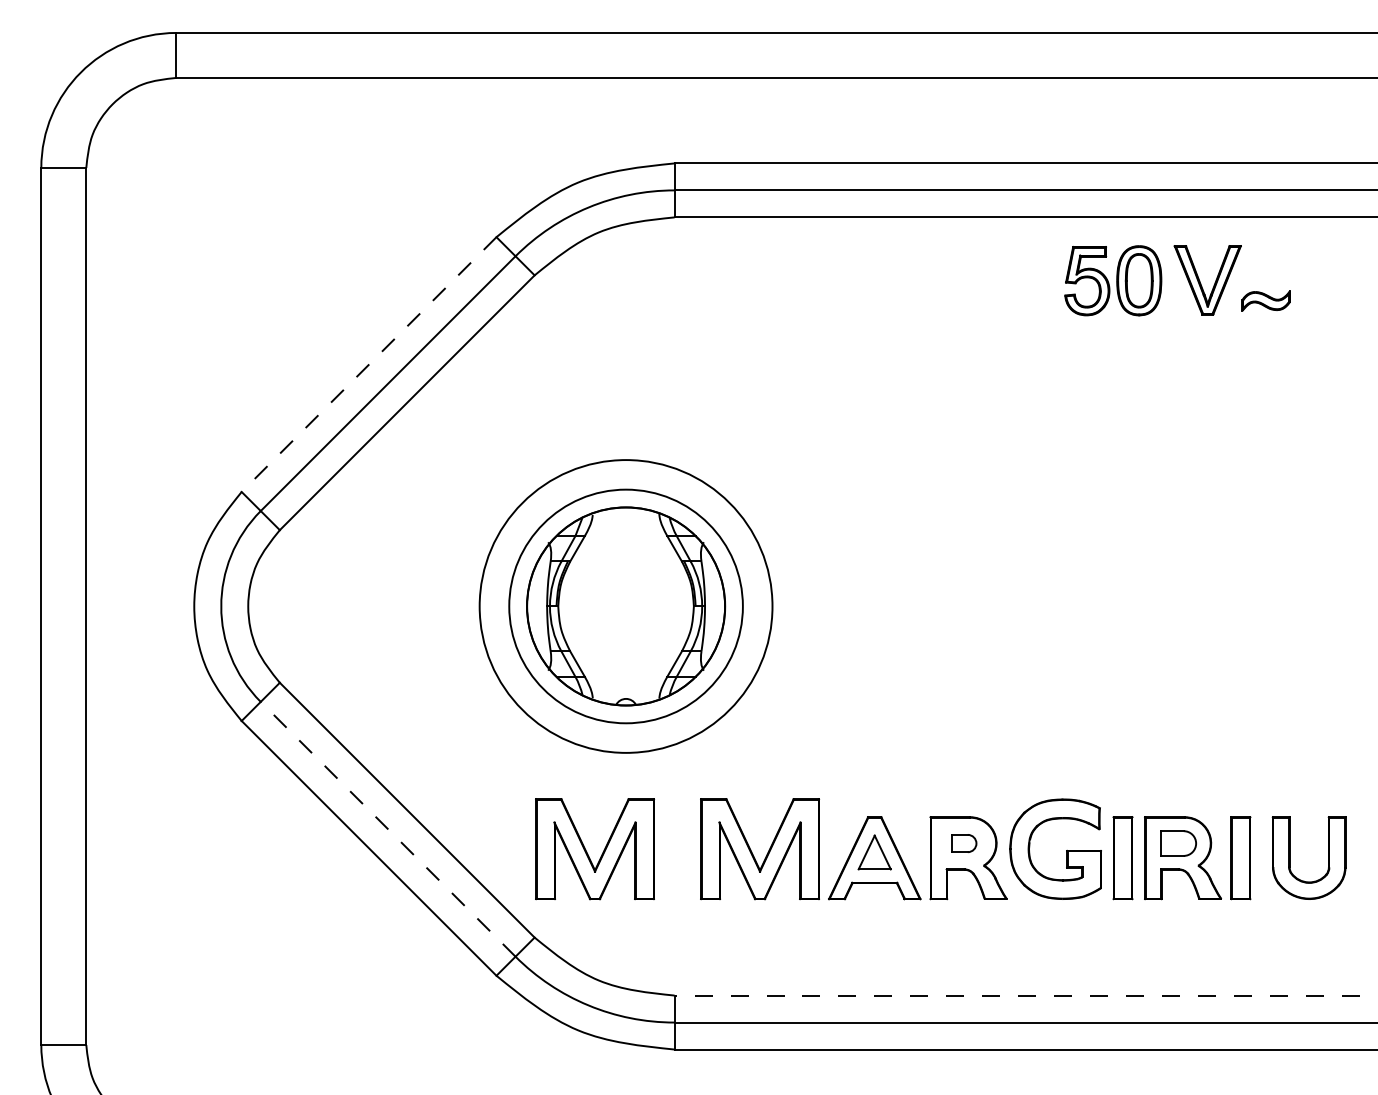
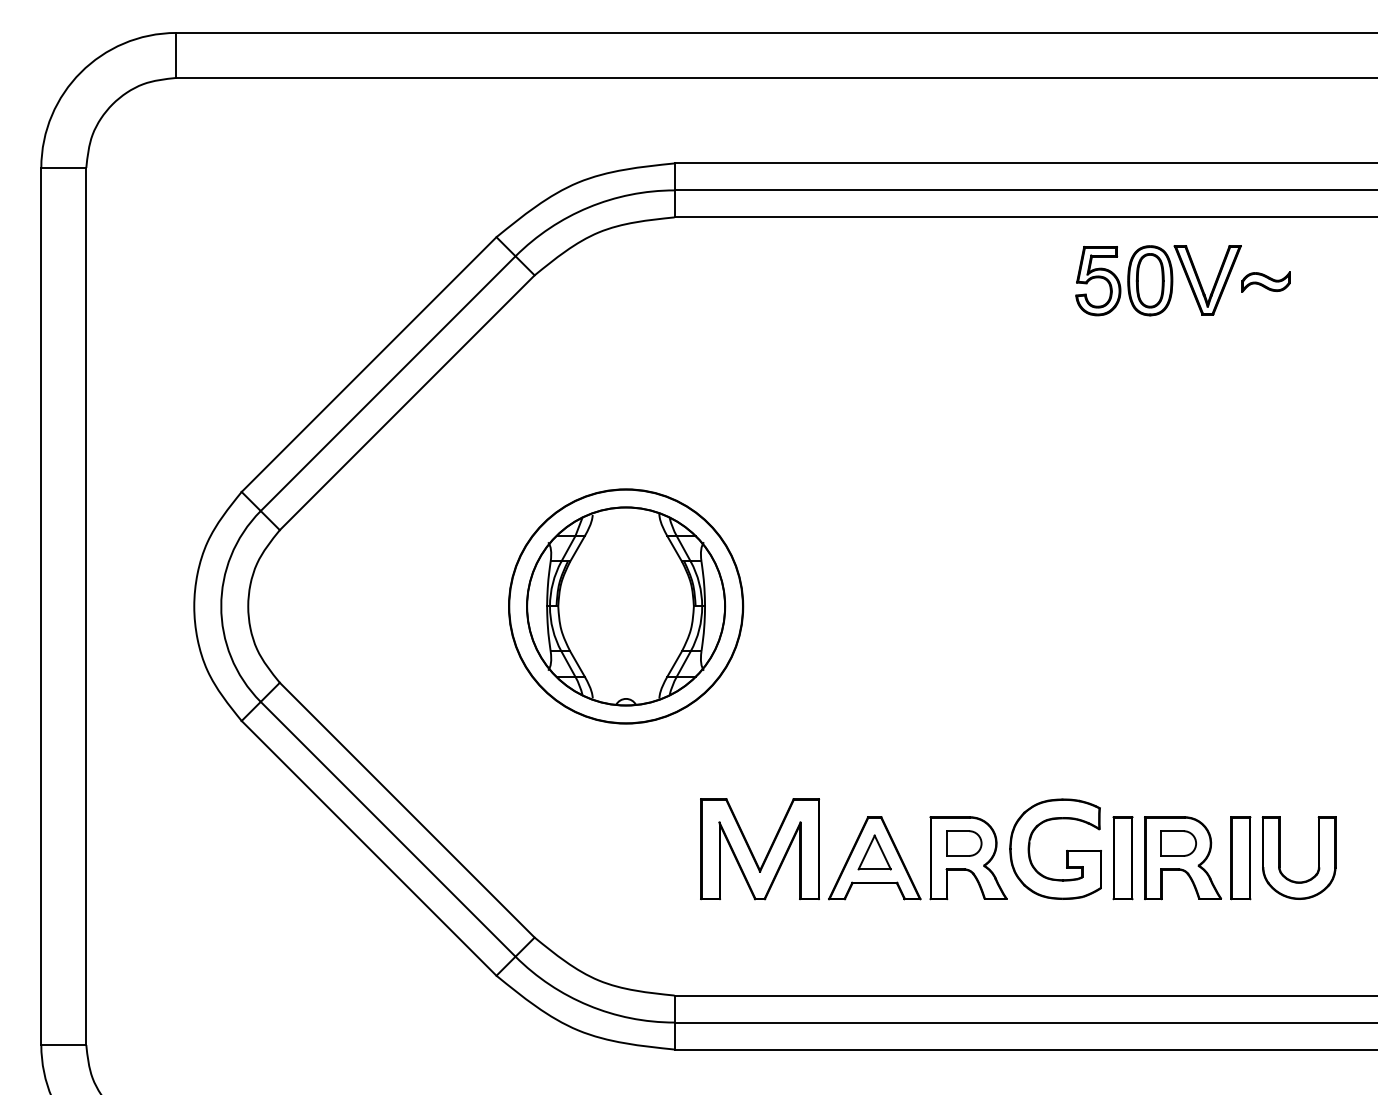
part at (1113, 280) position: (1113, 280) -> (1124, 280)
part at (1265, 300) position: (1265, 300) -> (1265, 281)
line at (368, 364): dashed -> solid
circle at (625, 606) diameter: 293 px -> 234 px
line at (387, 828): dashed -> solid
part at (964, 843) size: 27x19 px -> 37x27 px
part at (587, 851): present -> none
part at (1290, 857) position: (1290, 857) -> (1280, 857)
line at (1025, 995): dashed -> solid
